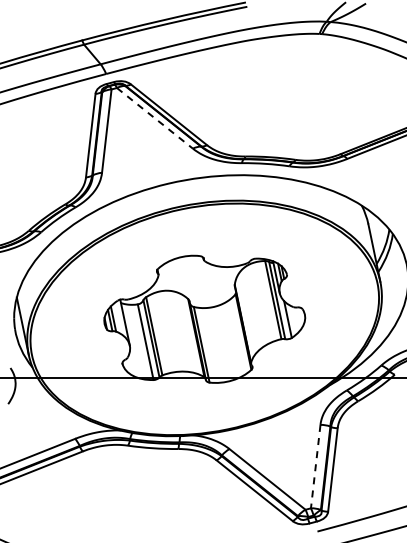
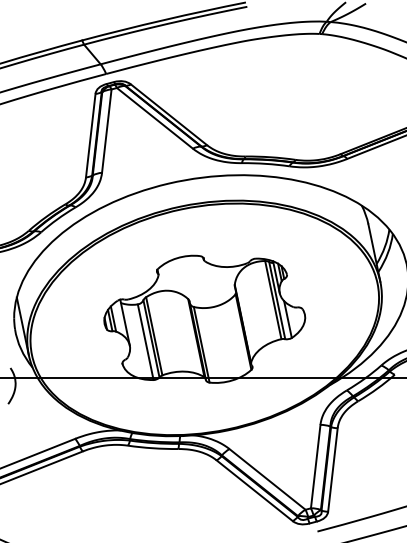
line at (154, 118): dashed -> solid
line at (315, 466): dashed -> solid
